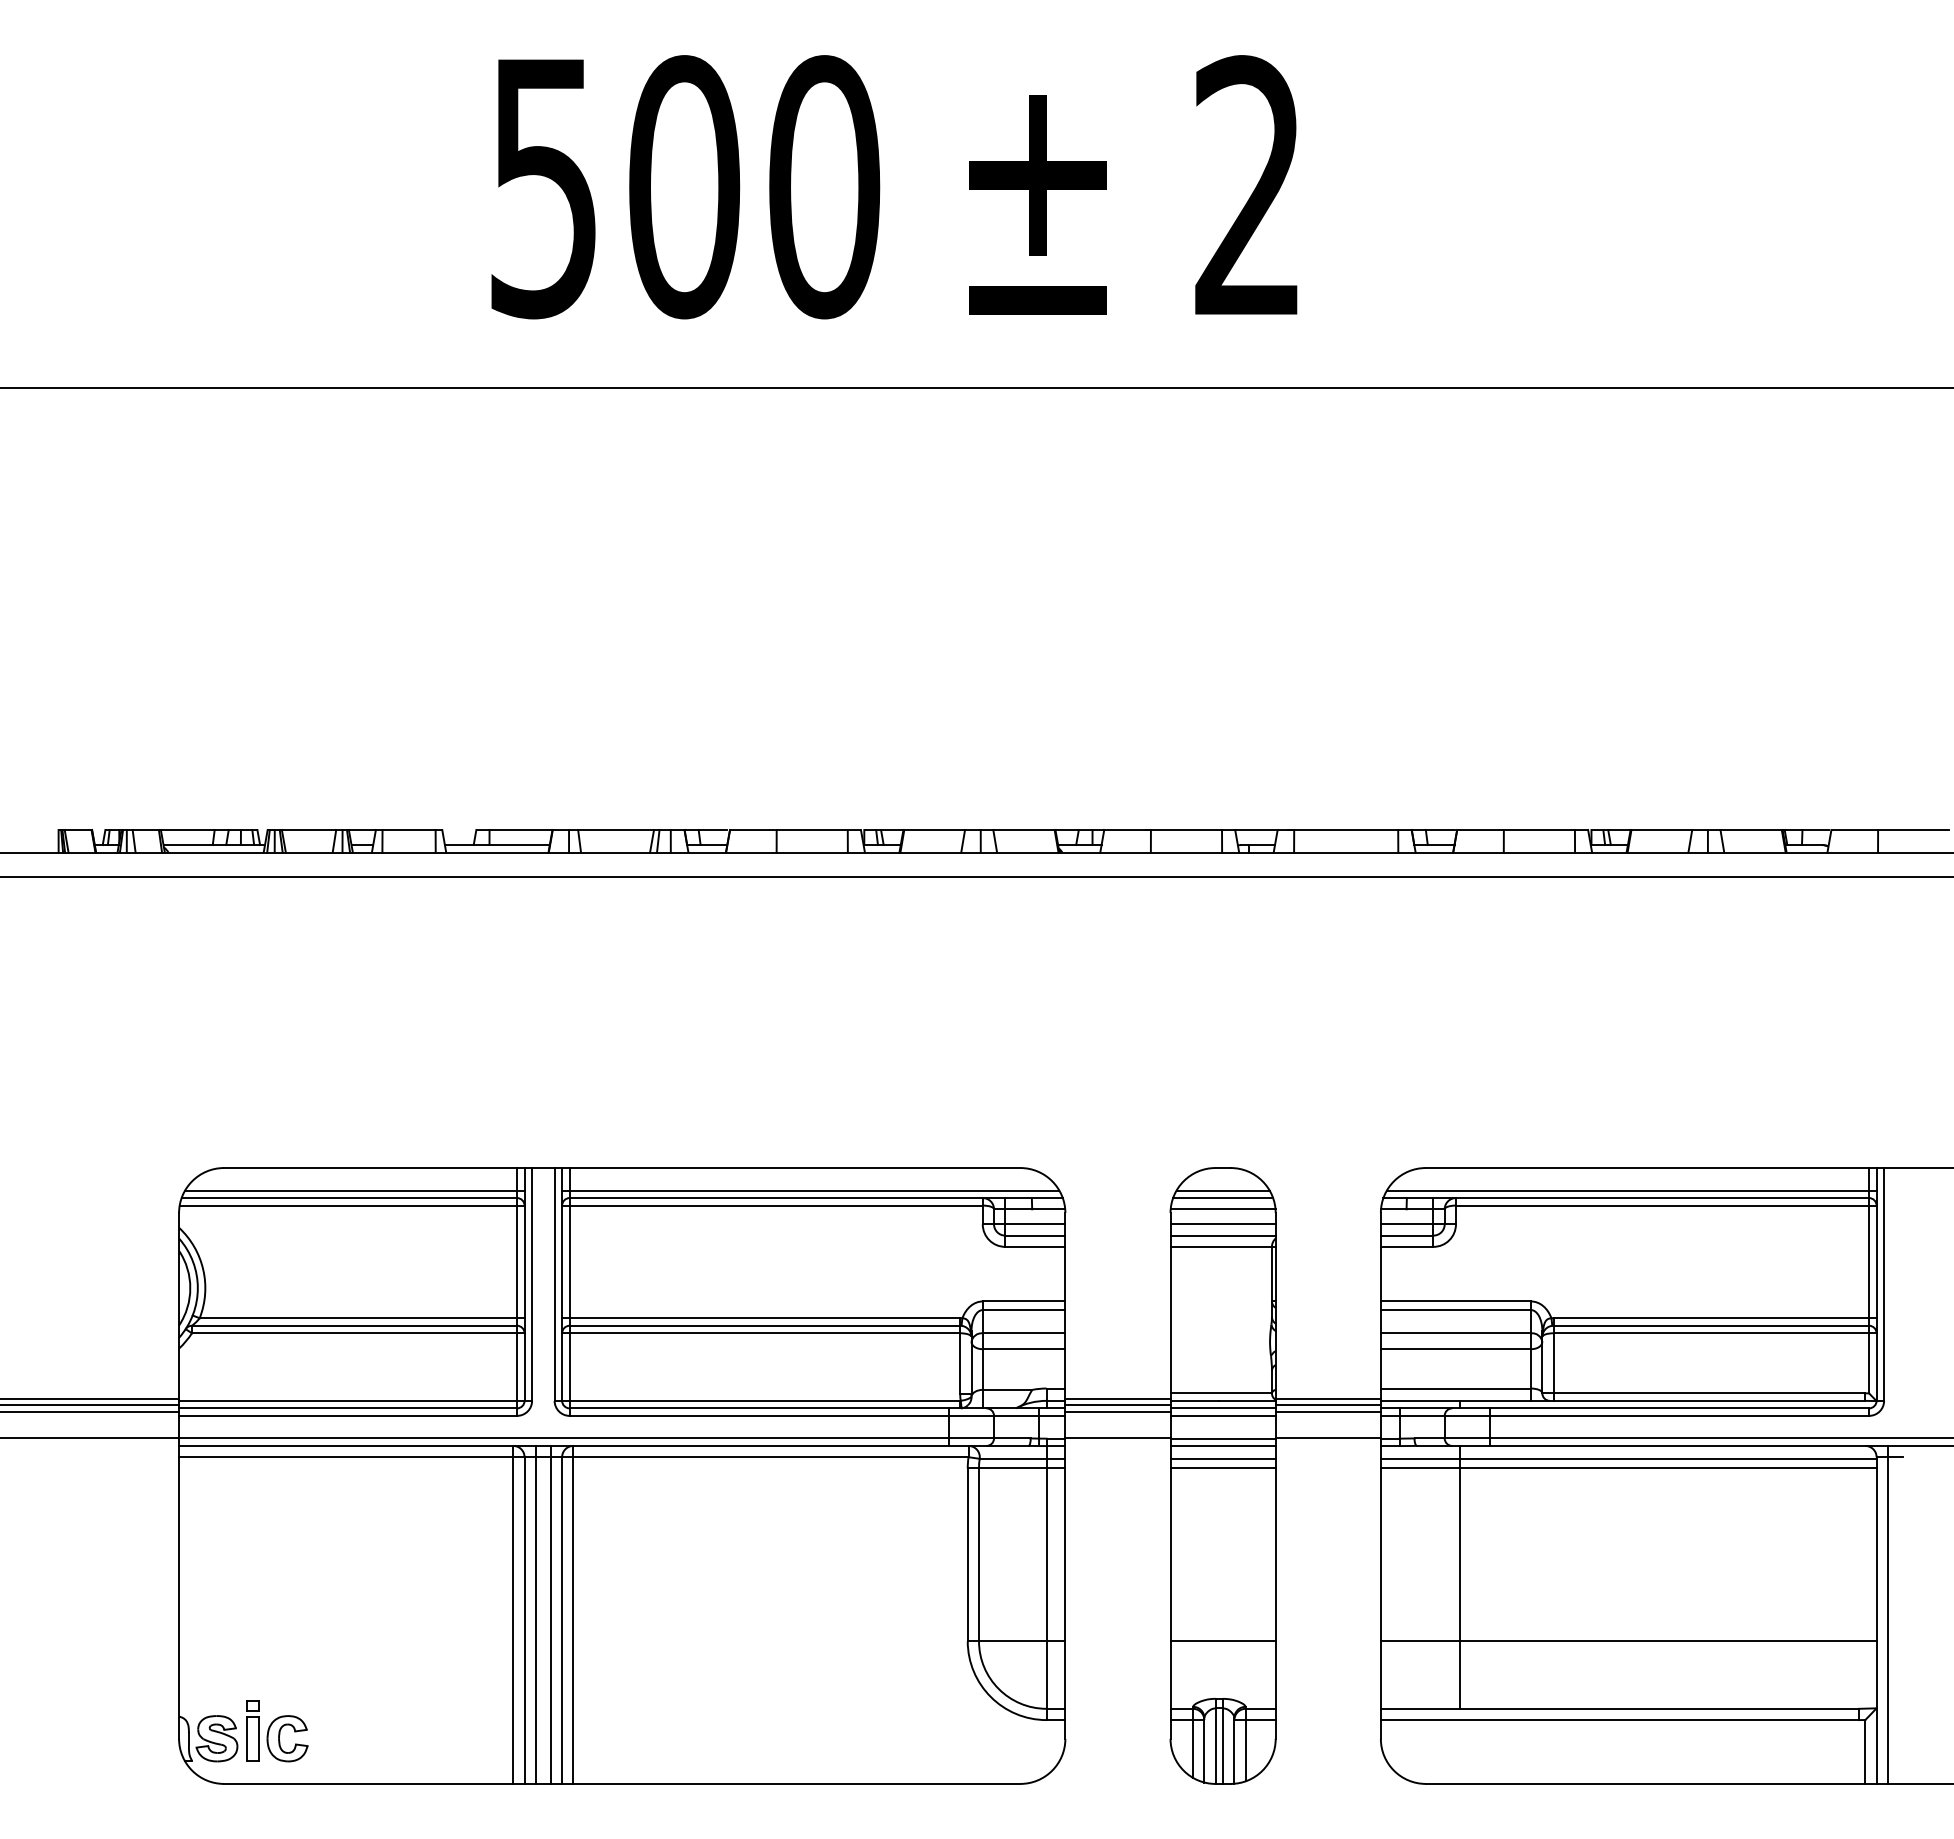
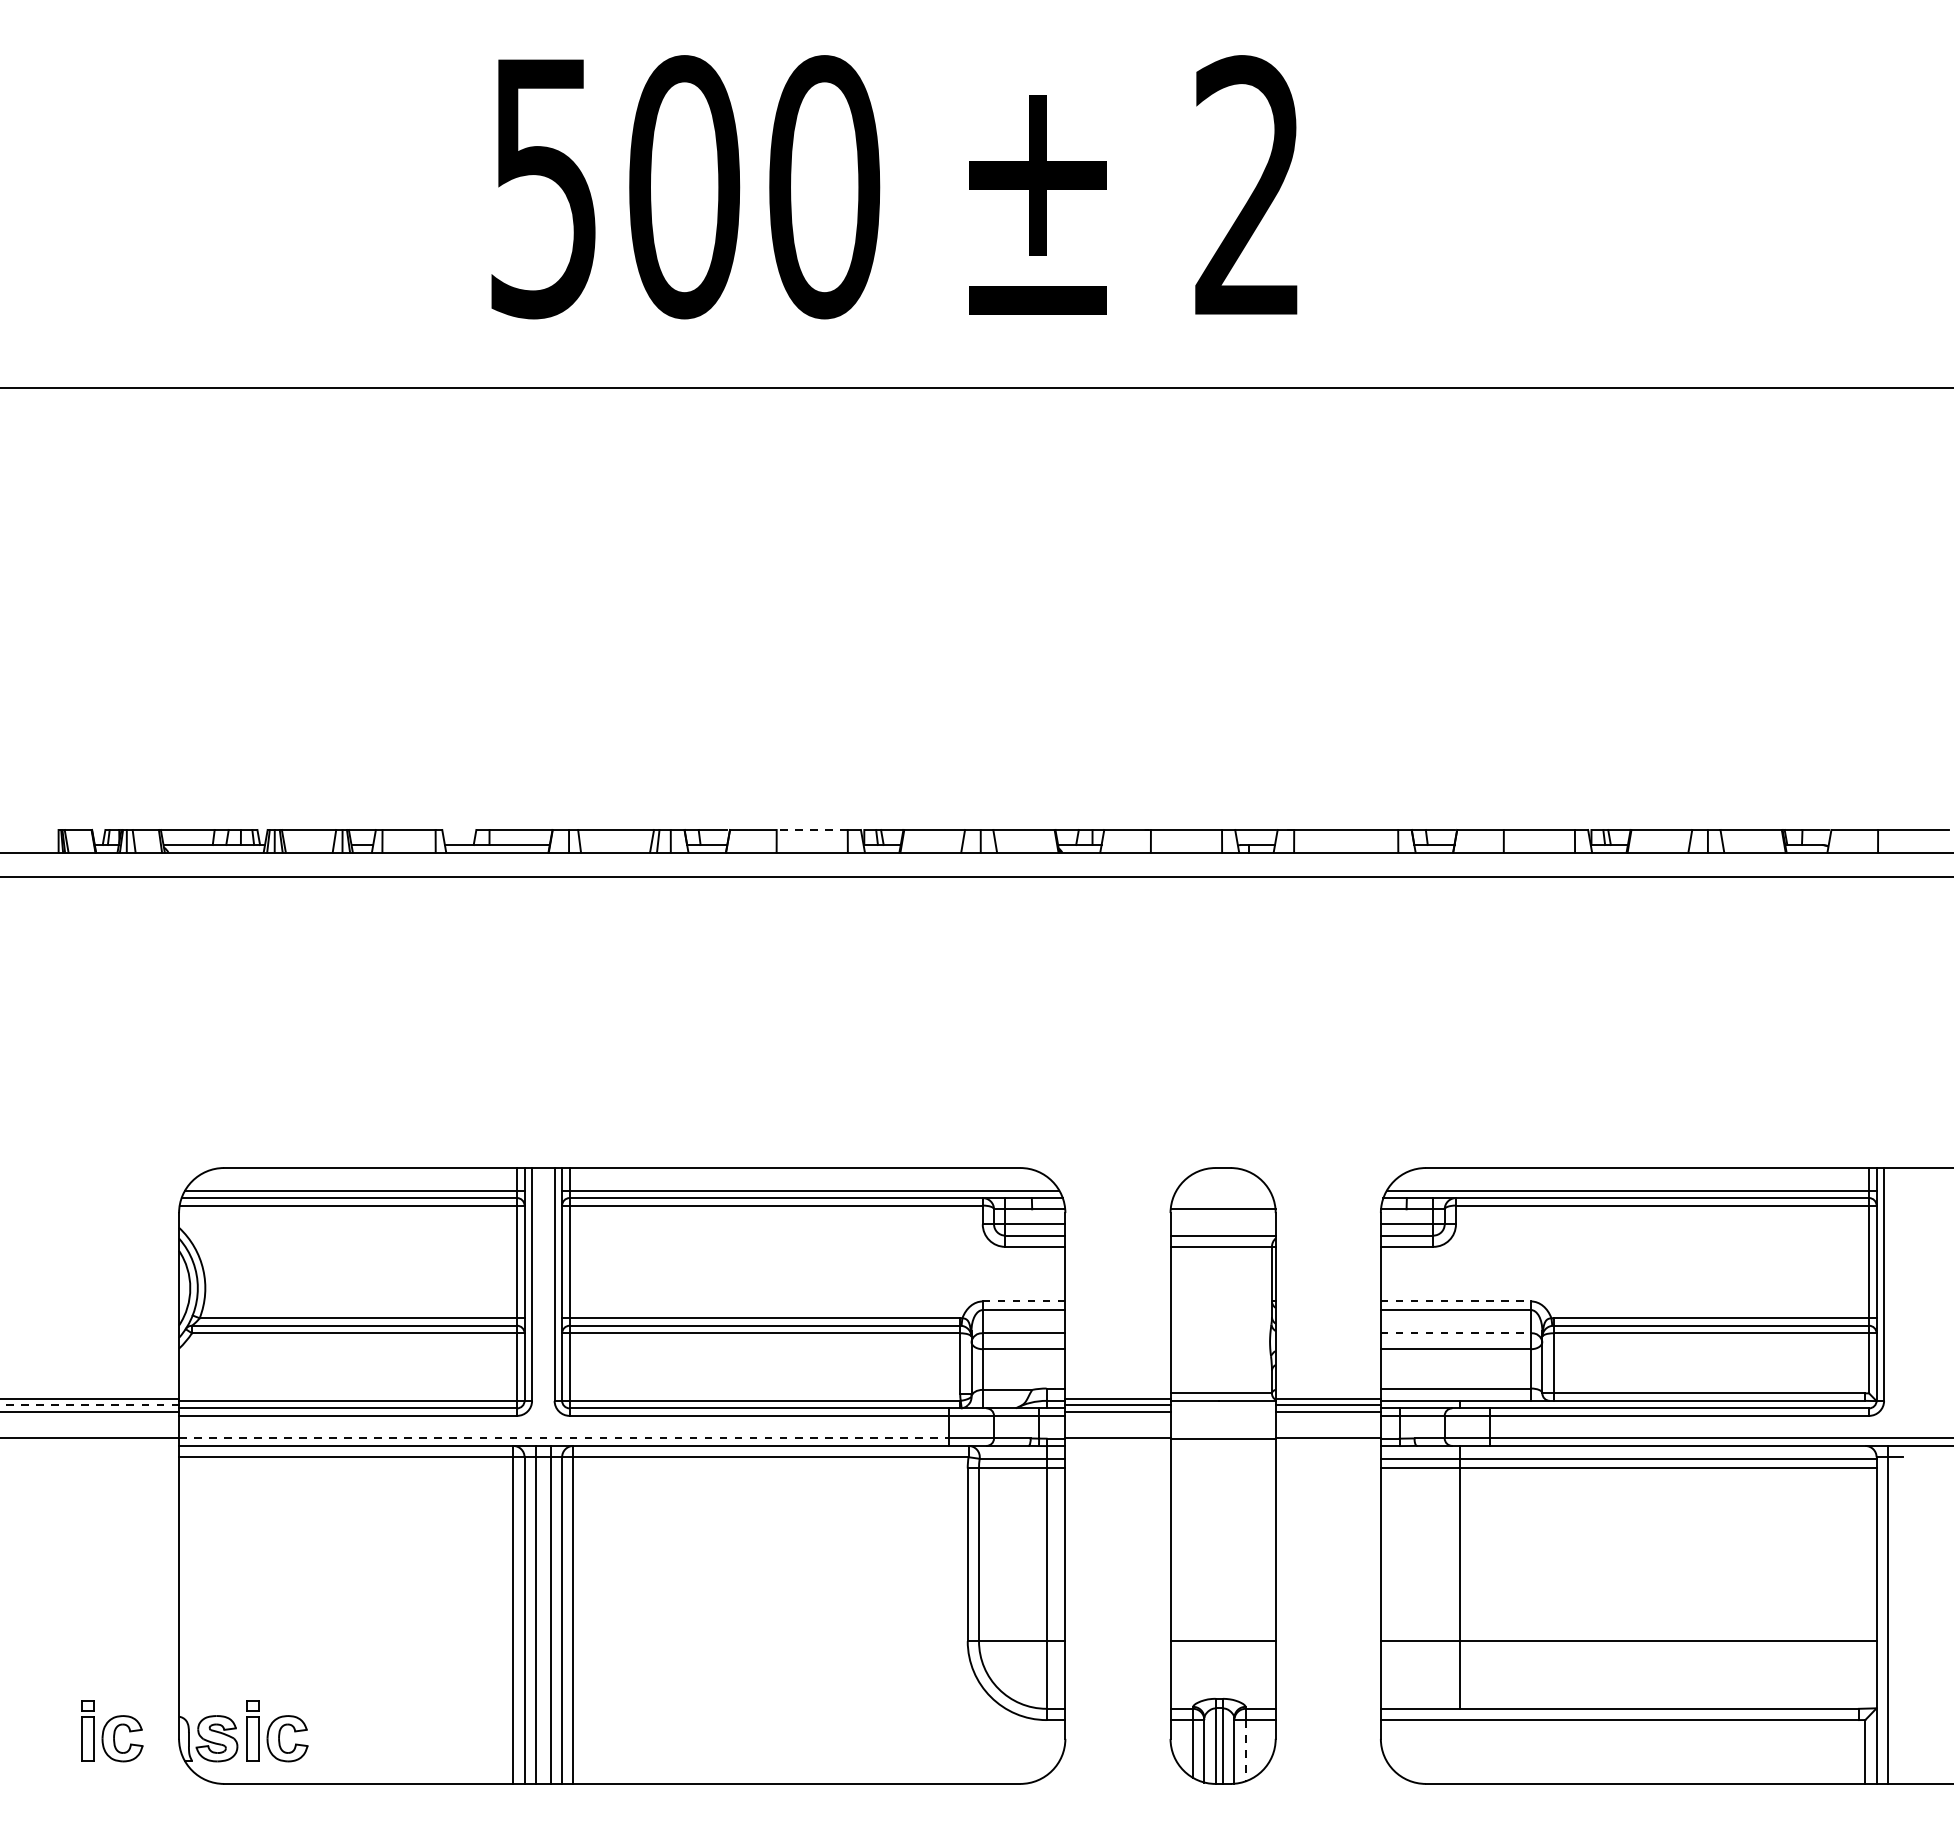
line at (812, 830): solid -> dashed
line at (1222, 1190): present -> none
line at (1223, 1198): present -> none
line at (1222, 1224): present -> none
line at (1024, 1301): solid -> dashed
line at (1456, 1301): solid -> dashed
line at (1456, 1333): solid -> dashed
line at (89, 1405): solid -> dashed
line at (1222, 1408): present -> none
line at (1222, 1415): present -> none
line at (564, 1438): solid -> dashed
line at (1222, 1446): present -> none
line at (1222, 1458): present -> none
line at (1222, 1468): present -> none
part at (112, 1731): none -> present
line at (1245, 1750): solid -> dashed
